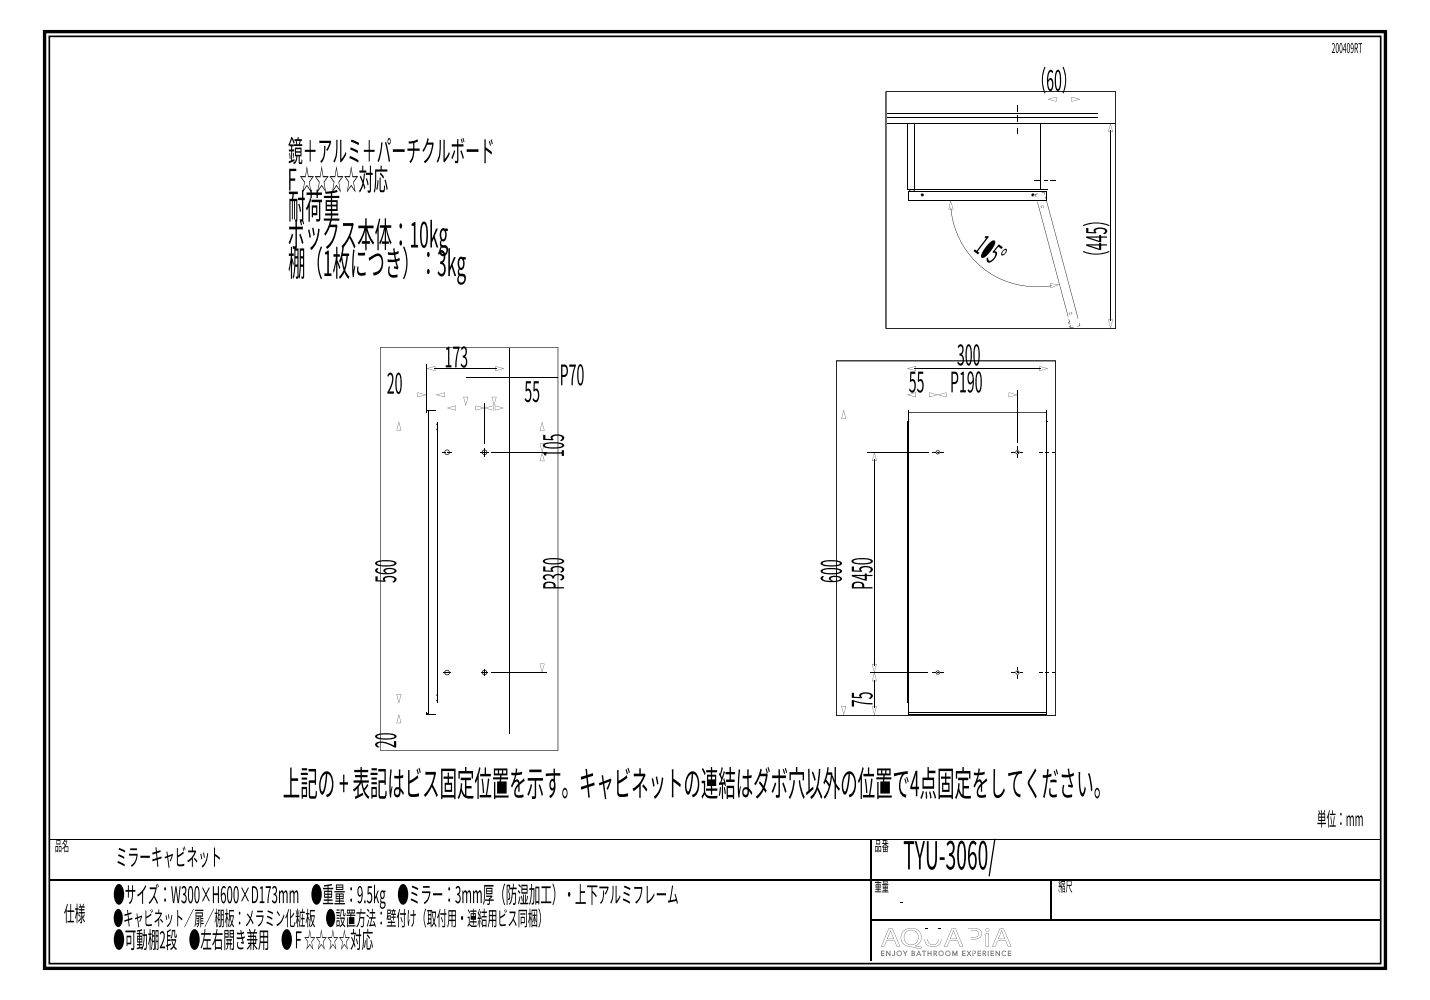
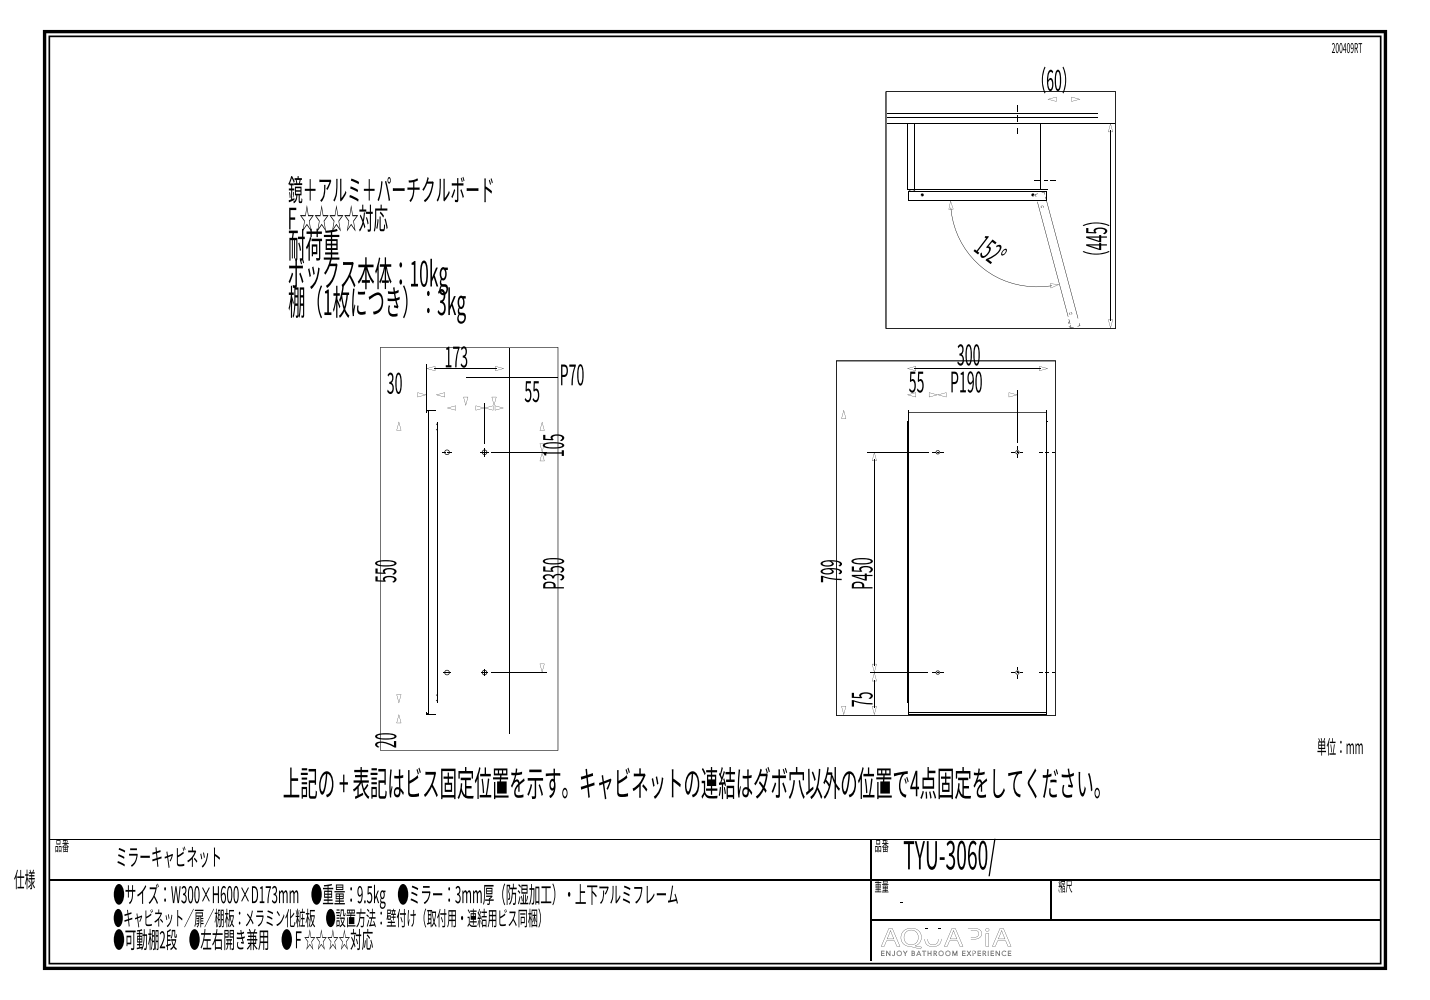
text at (390, 210) position: (390, 210) -> (390, 249)
text at (991, 251): 105° -> 152°
text at (390, 383): 20 -> 30
text at (385, 570): 560 -> 550
text at (830, 571): 600 -> 799
text at (1339, 818) position: (1339, 818) -> (1339, 746)
text at (65, 846): 品名 -> 品番
text at (74, 913) position: (74, 913) -> (24, 879)
